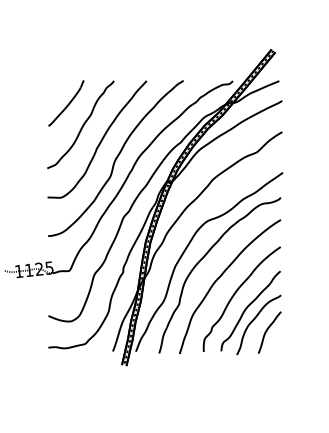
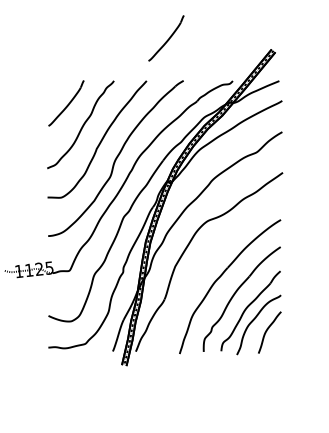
part at (166, 38): none -> present
part at (203, 258): present -> none
